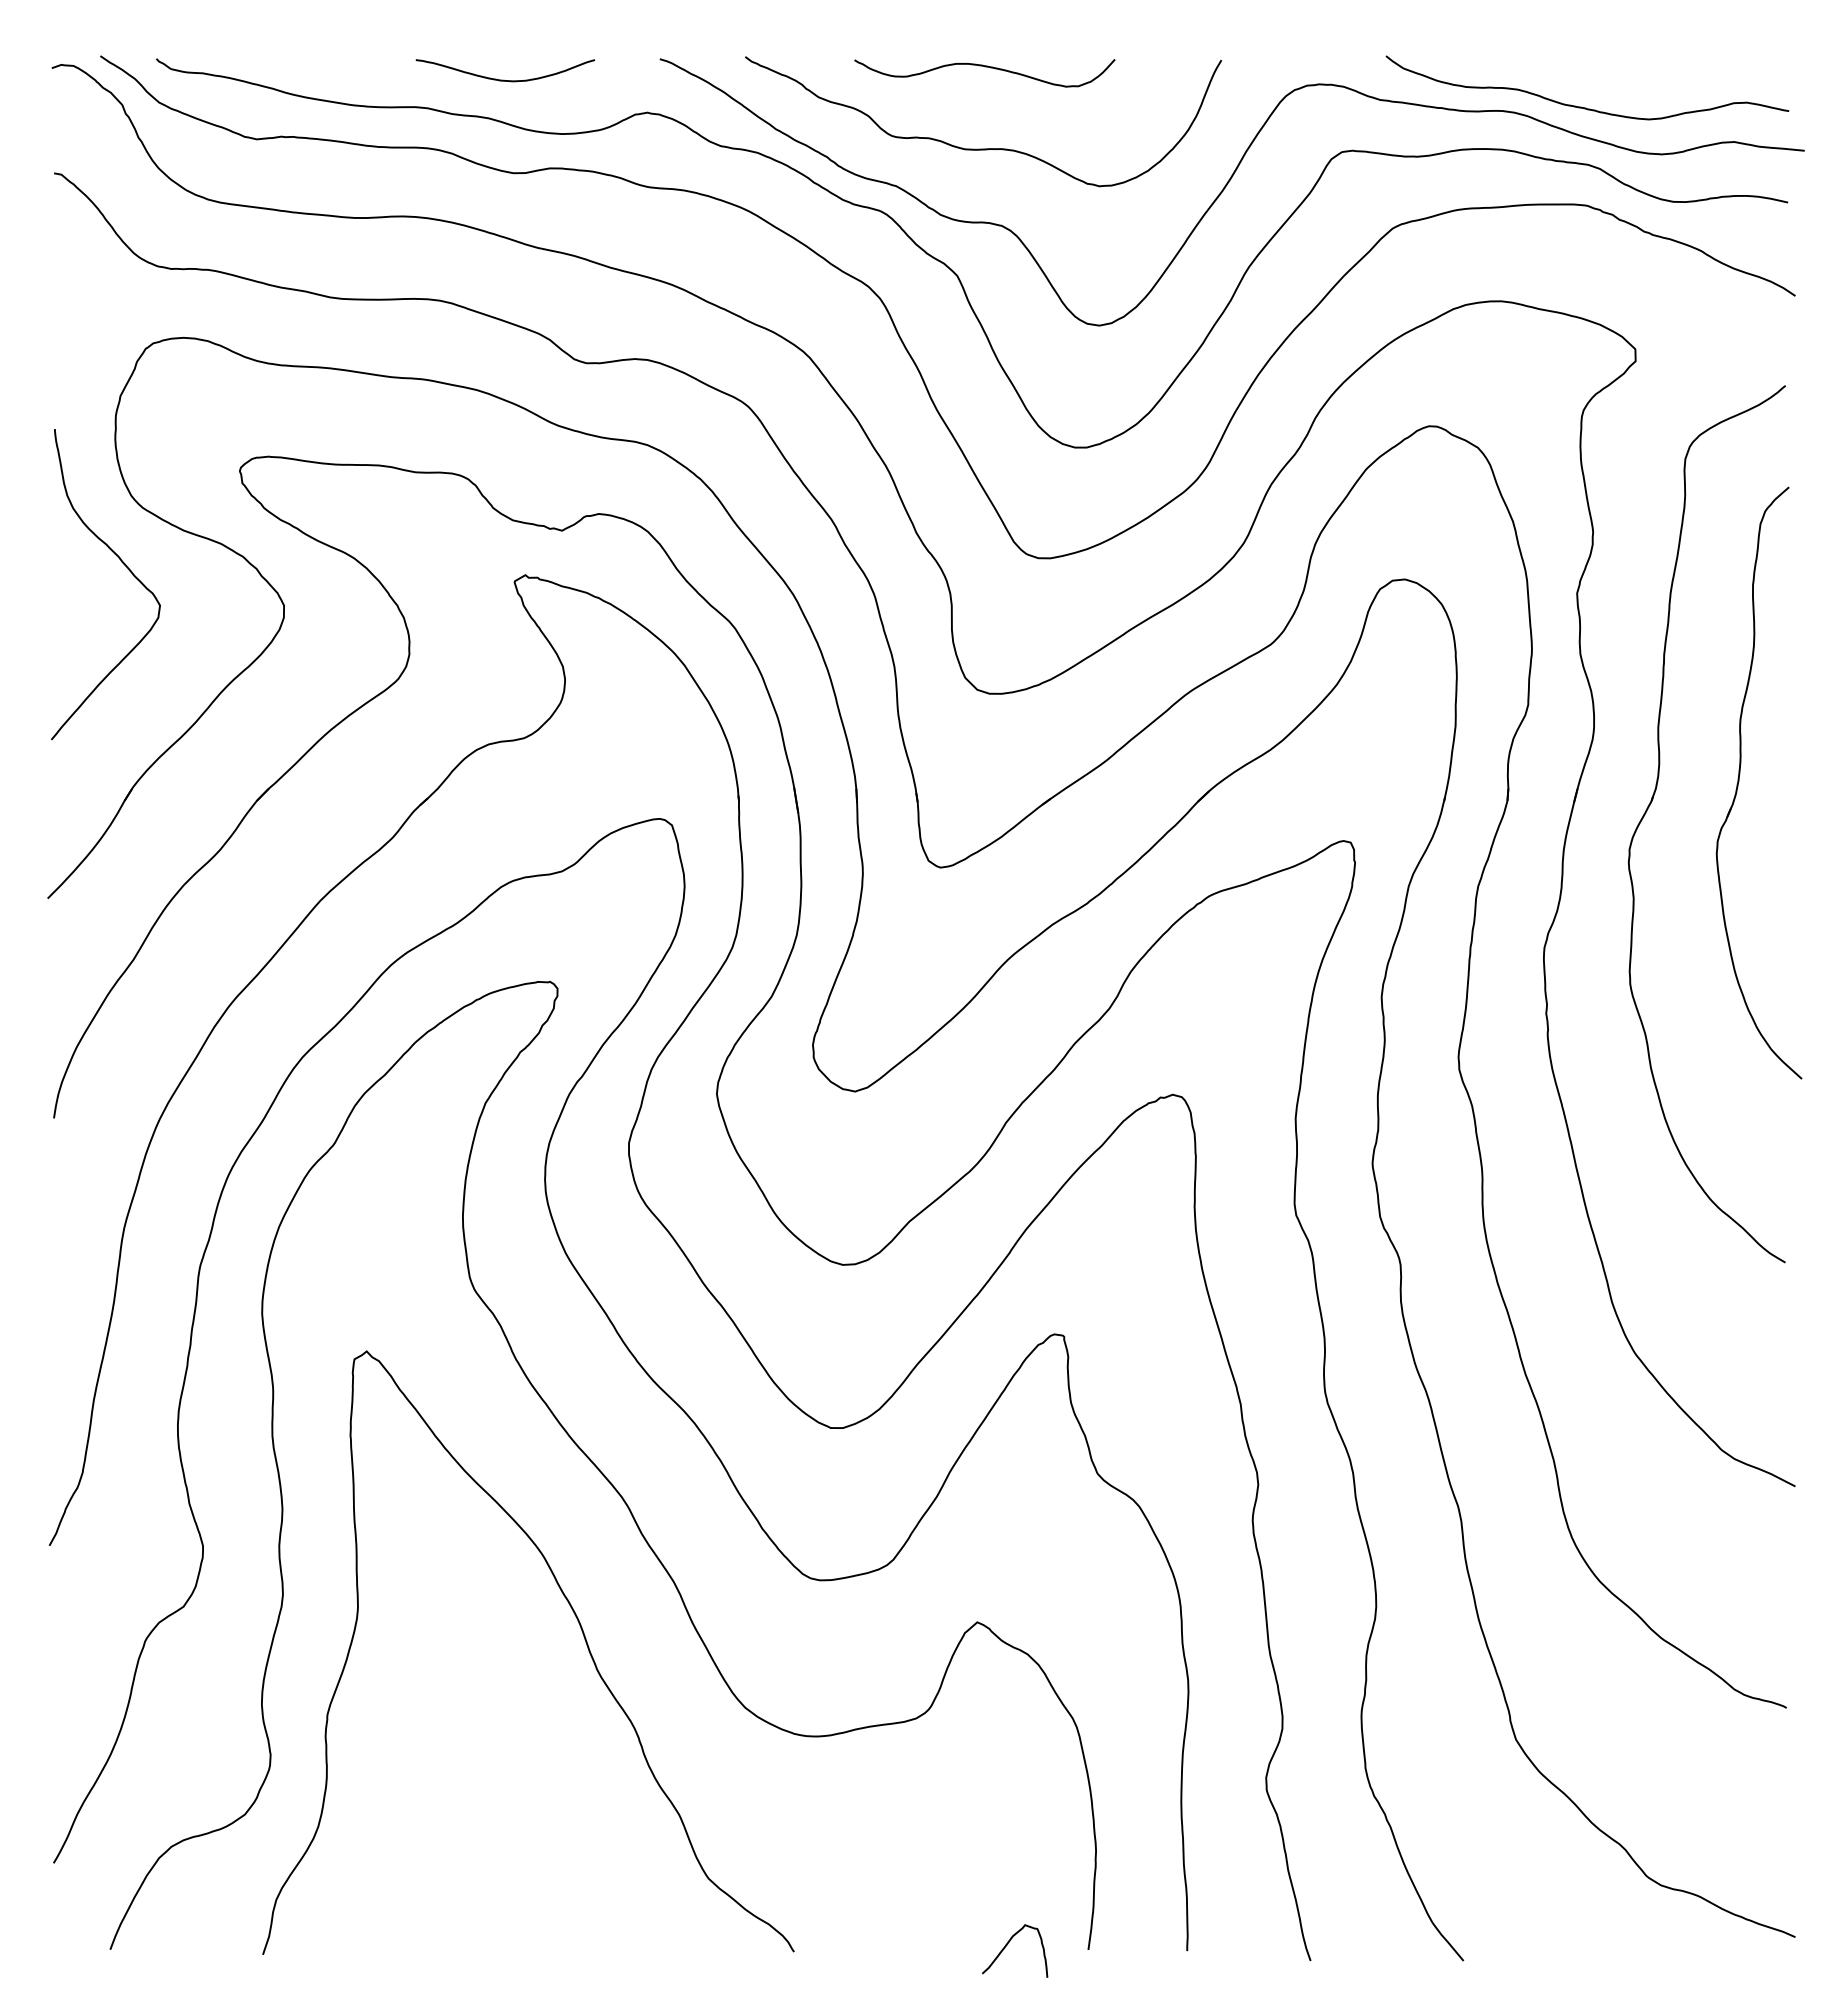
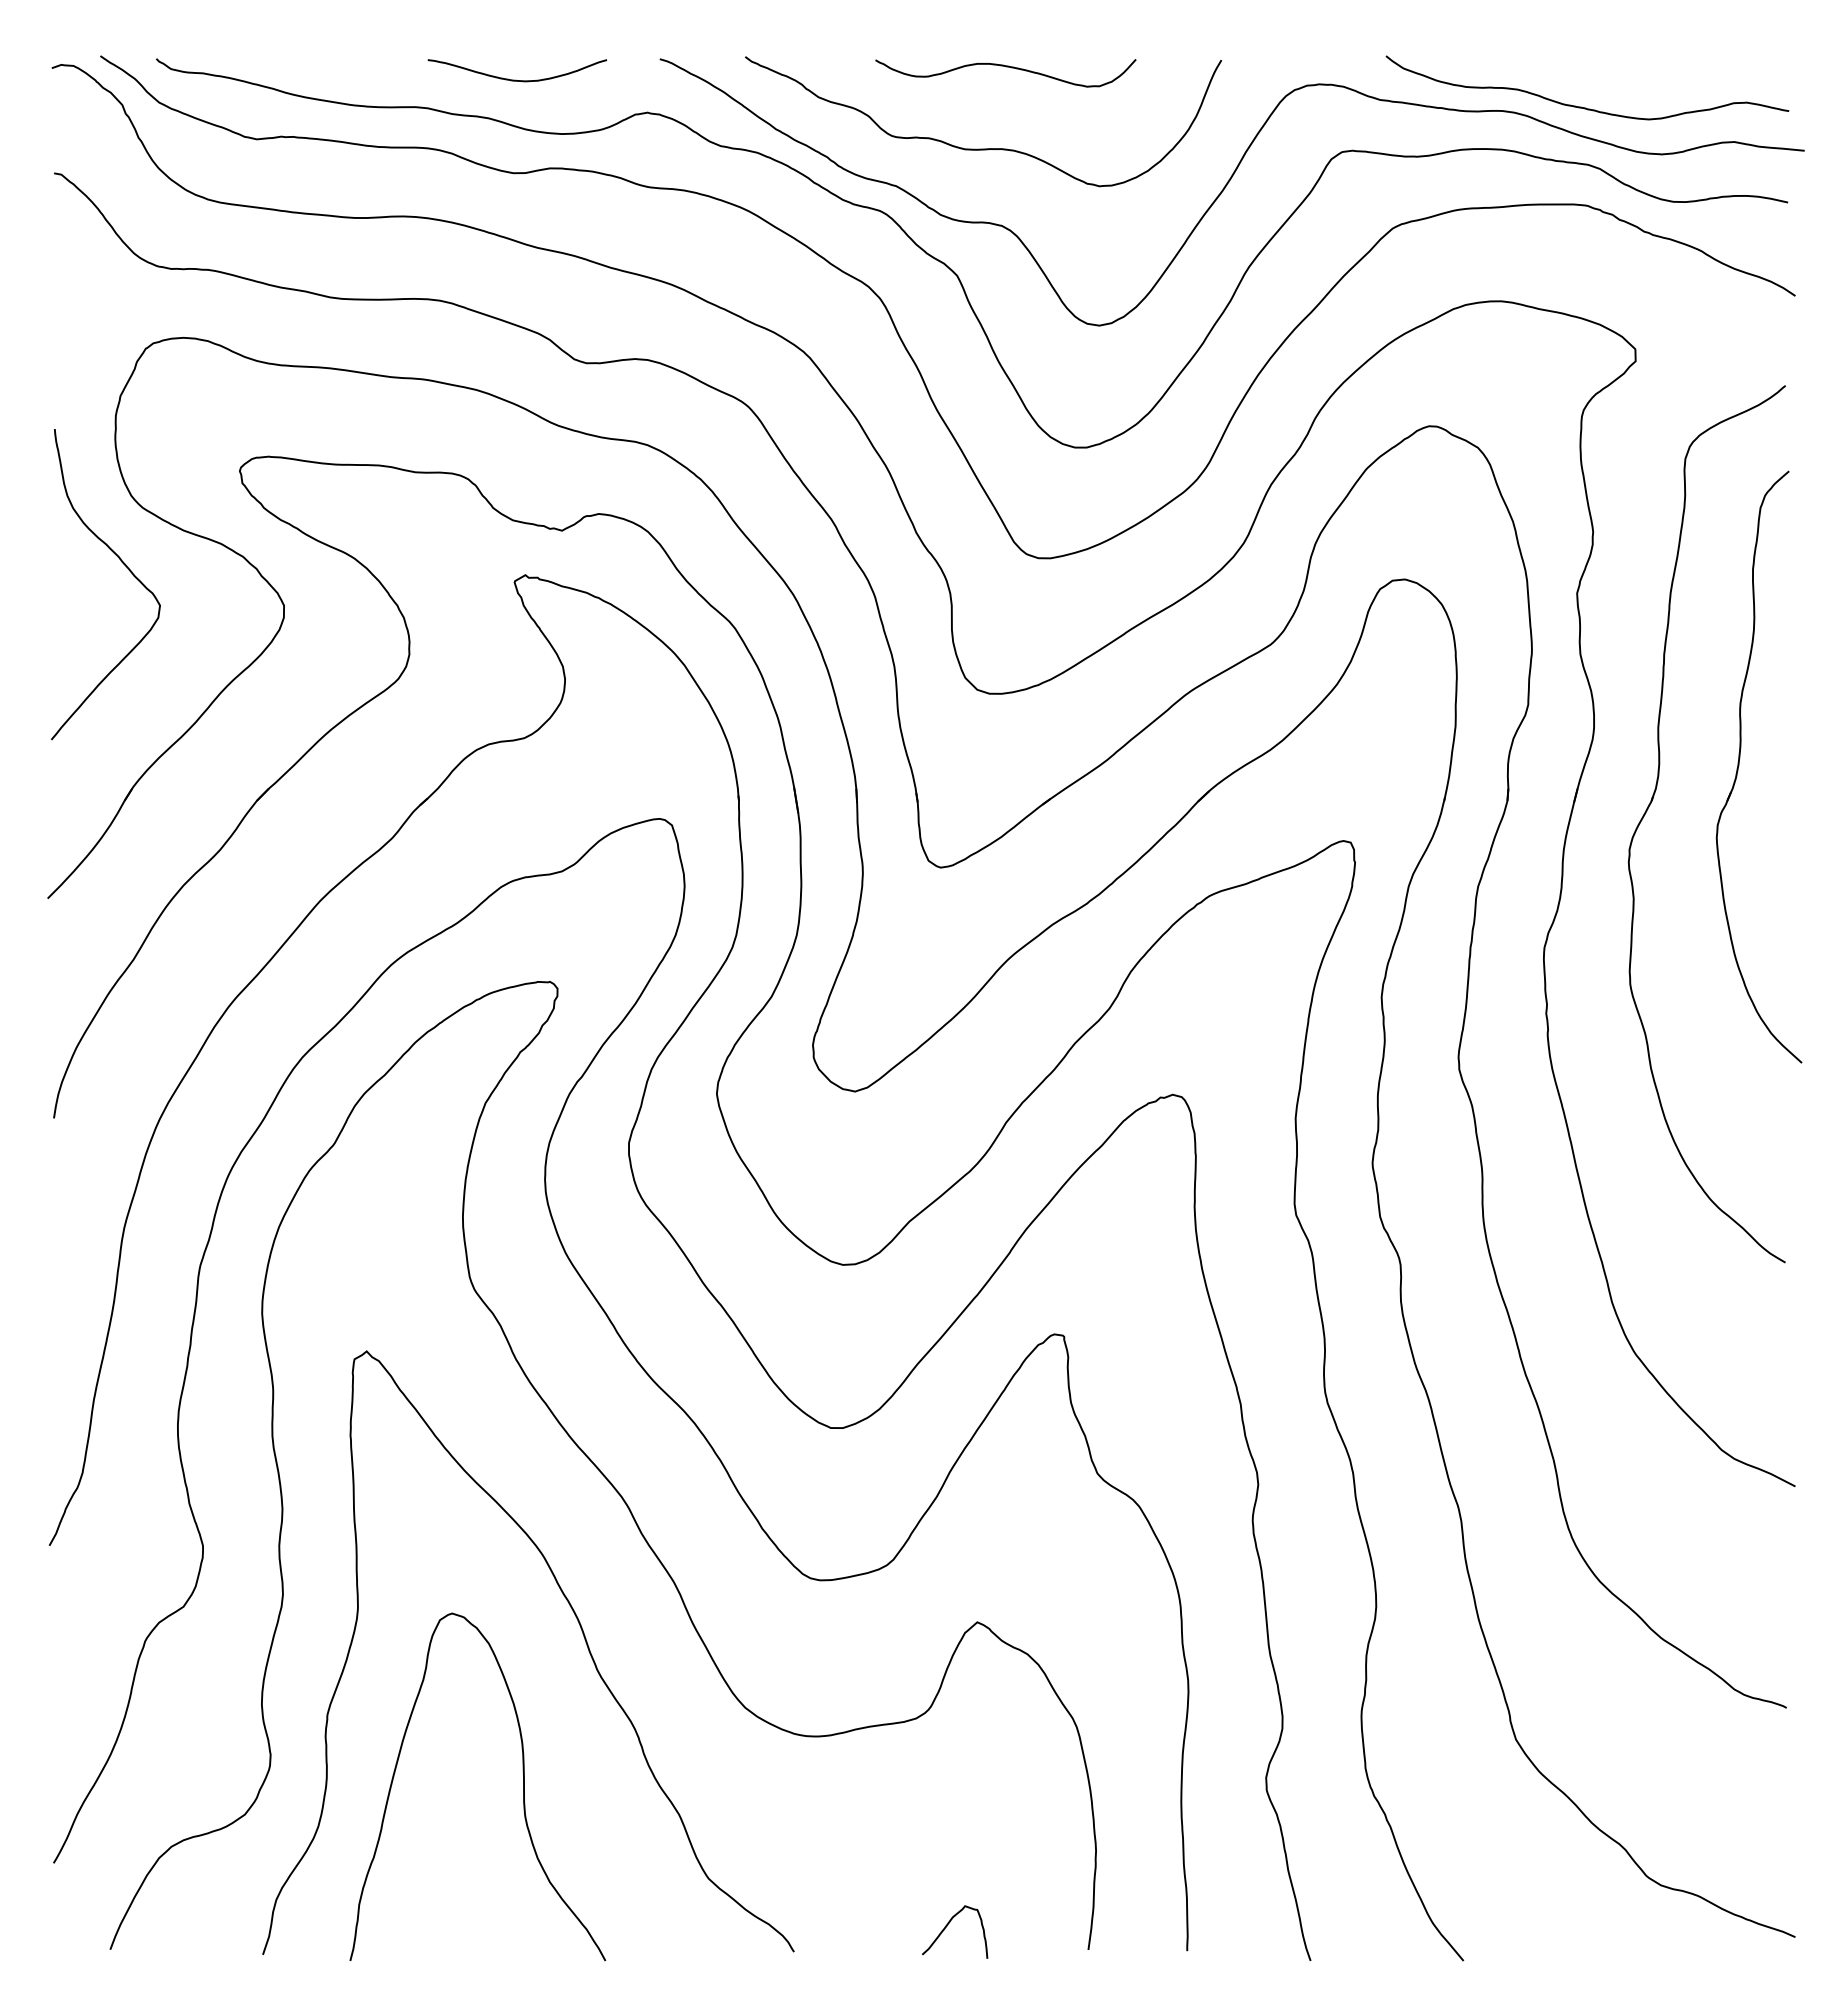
curve at (985, 67) position: (985, 67) -> (1006, 67)
curve at (504, 79) position: (504, 79) -> (516, 79)
part at (1739, 782) position: (1739, 782) -> (1739, 766)
curve at (523, 1786): none -> present
curve at (1007, 1945) position: (1007, 1945) -> (947, 1926)
